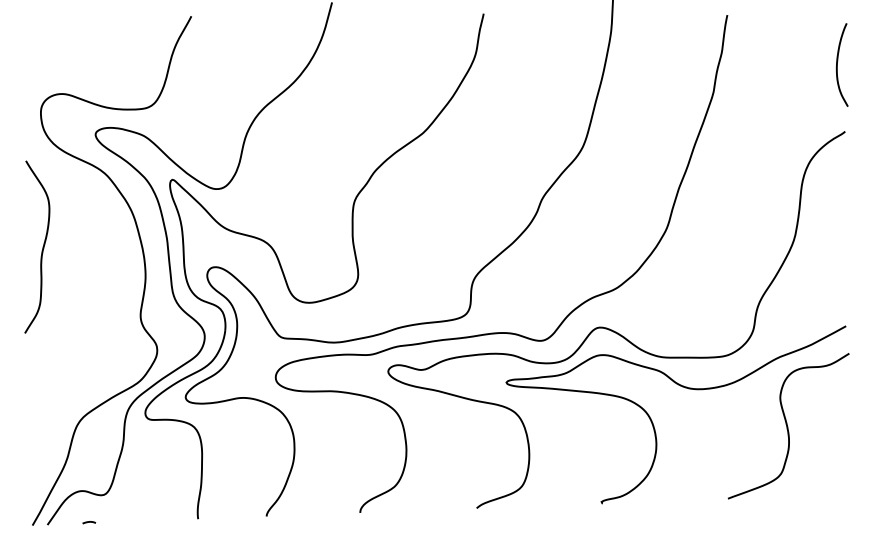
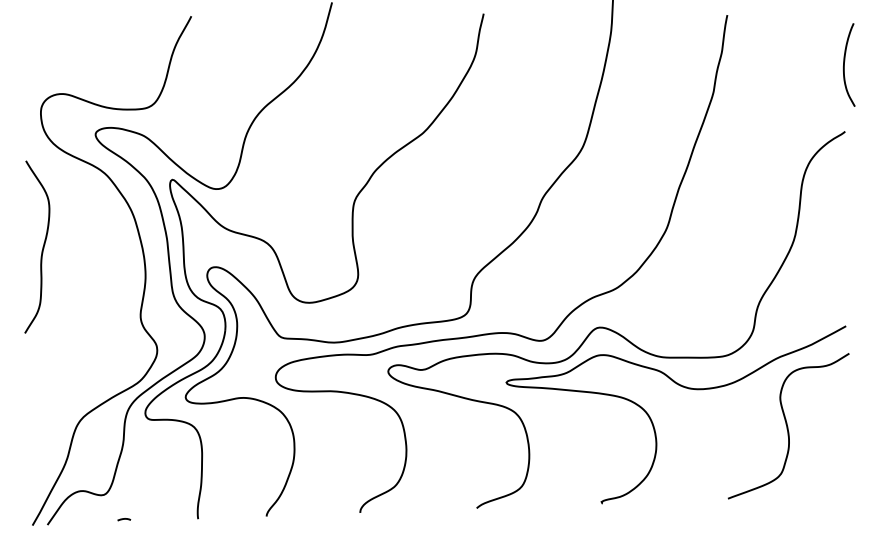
curve at (838, 61) position: (838, 61) -> (845, 61)
curve at (89, 522) position: (89, 522) -> (124, 519)
